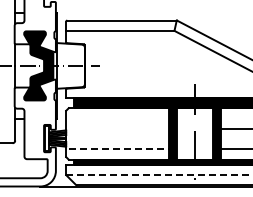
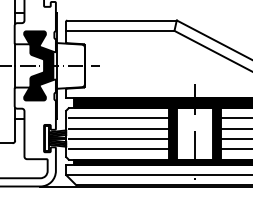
line at (118, 118): none -> present
line at (234, 118): none -> present
line at (118, 128): none -> present
line at (118, 139): none -> present
line at (234, 139): none -> present
line at (119, 149): dashed -> solid
line at (160, 175): dashed -> solid
